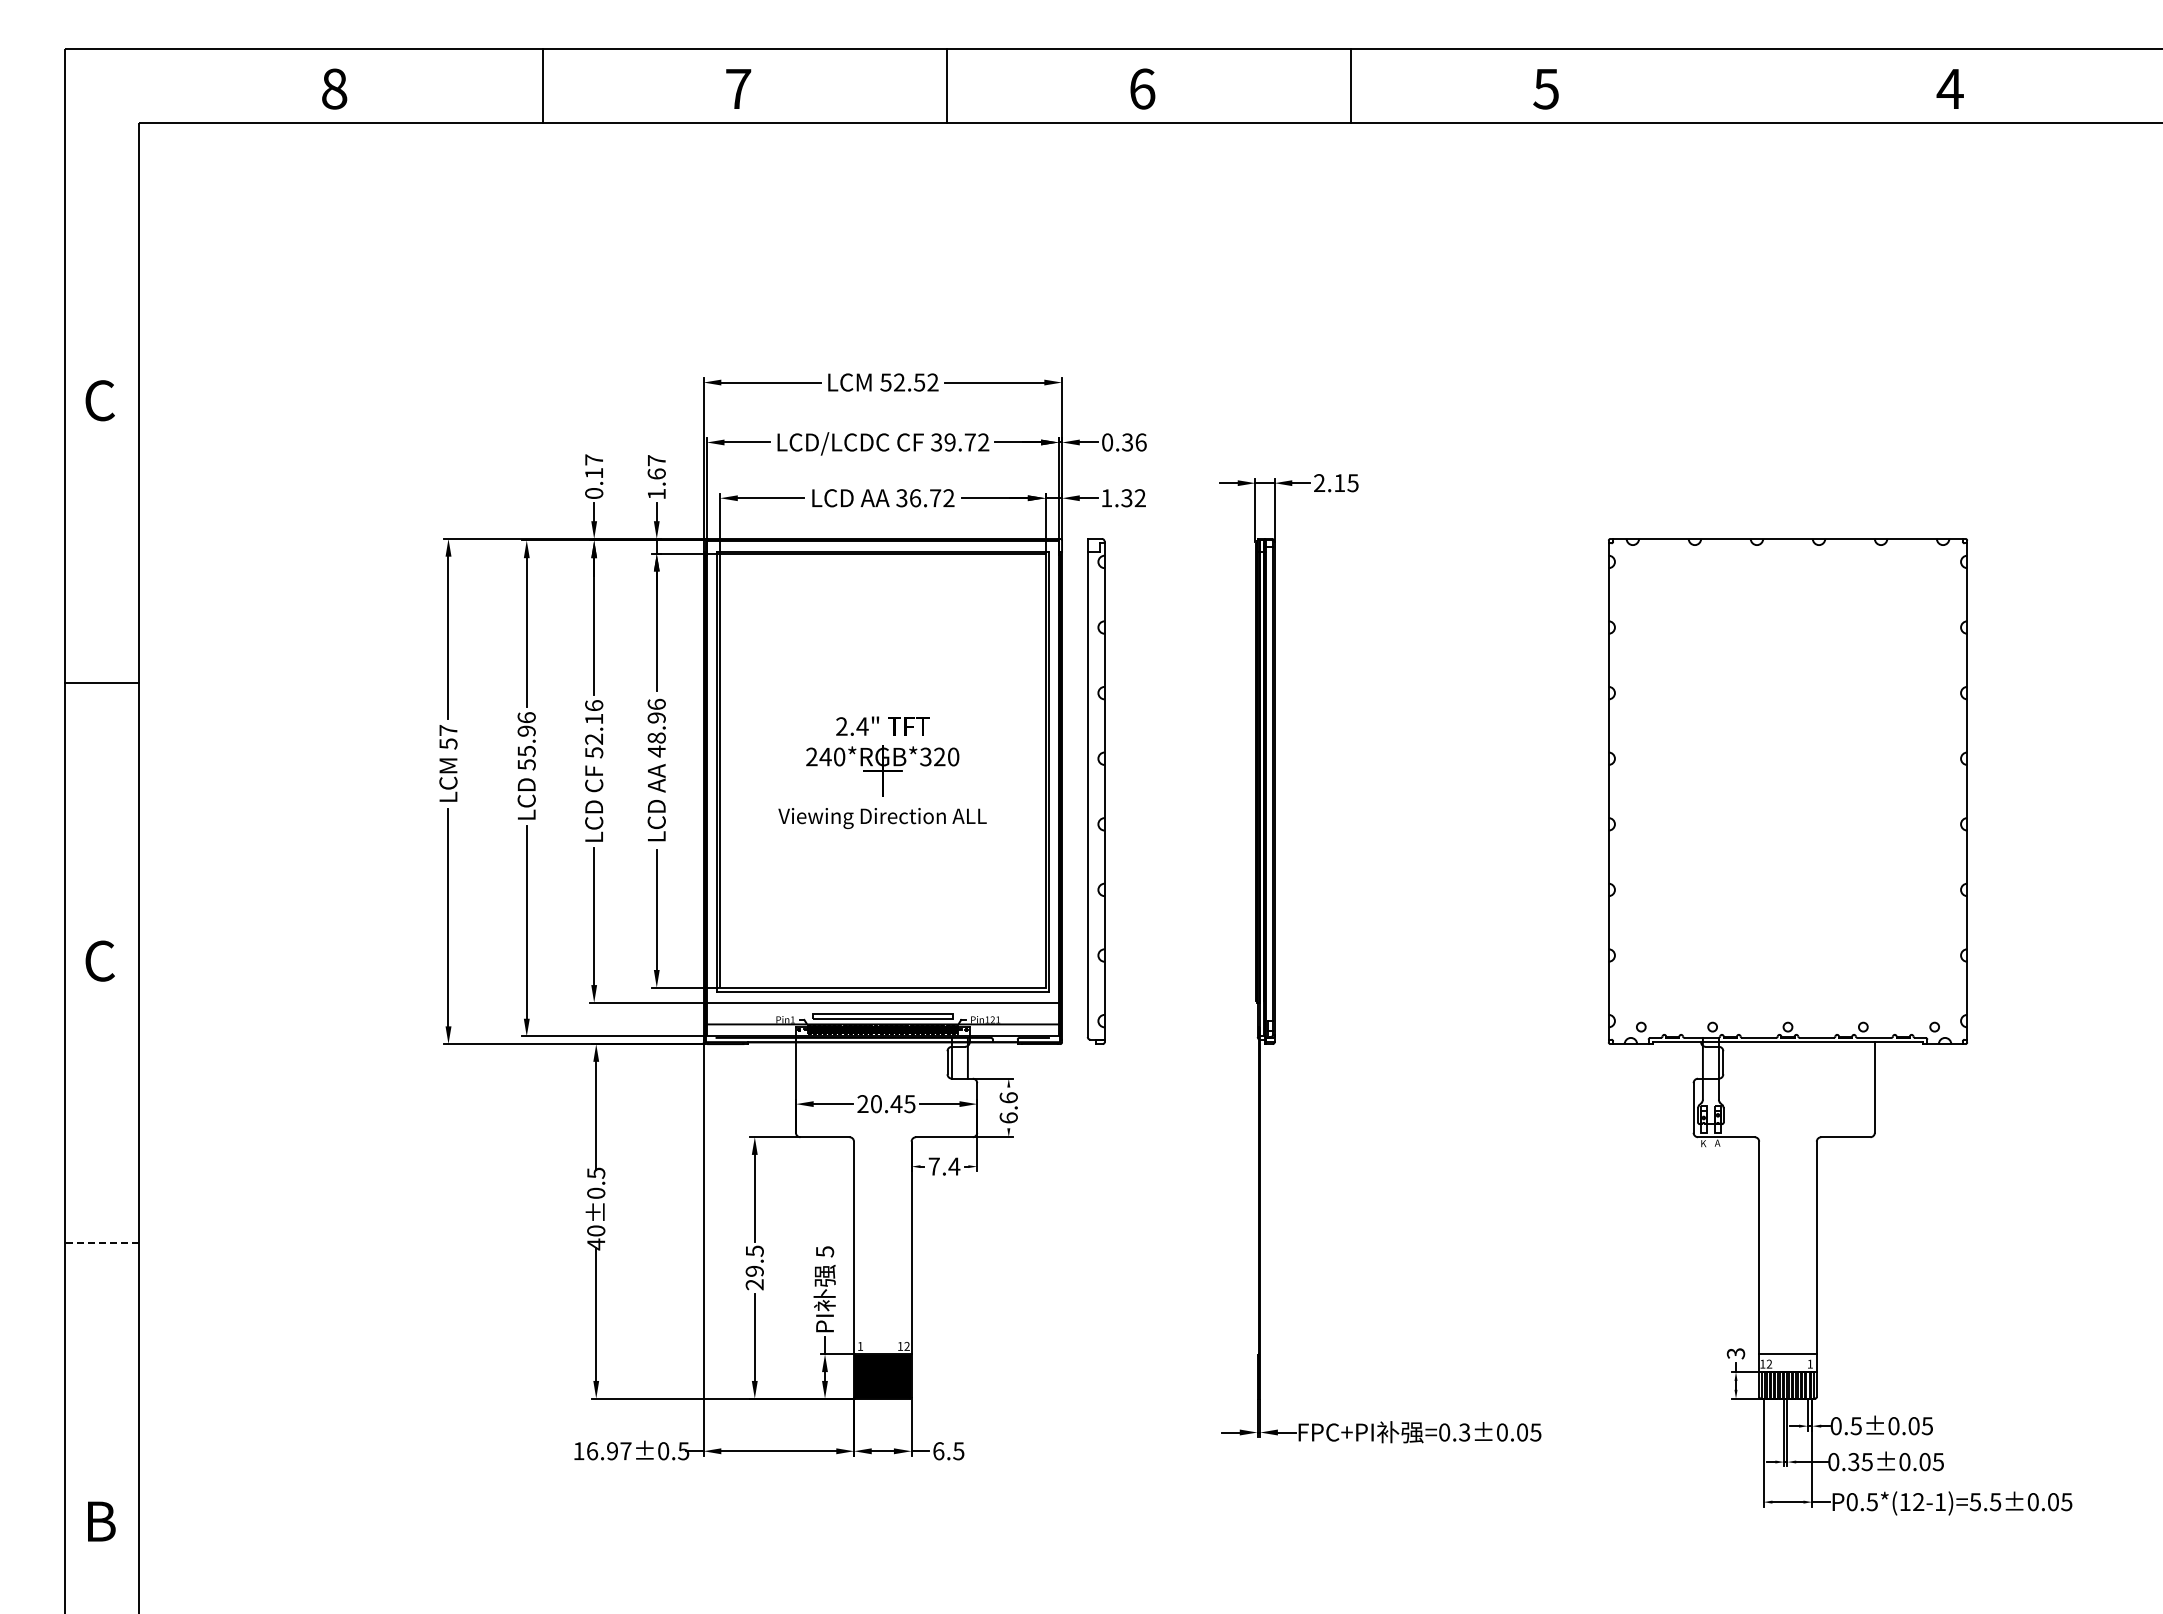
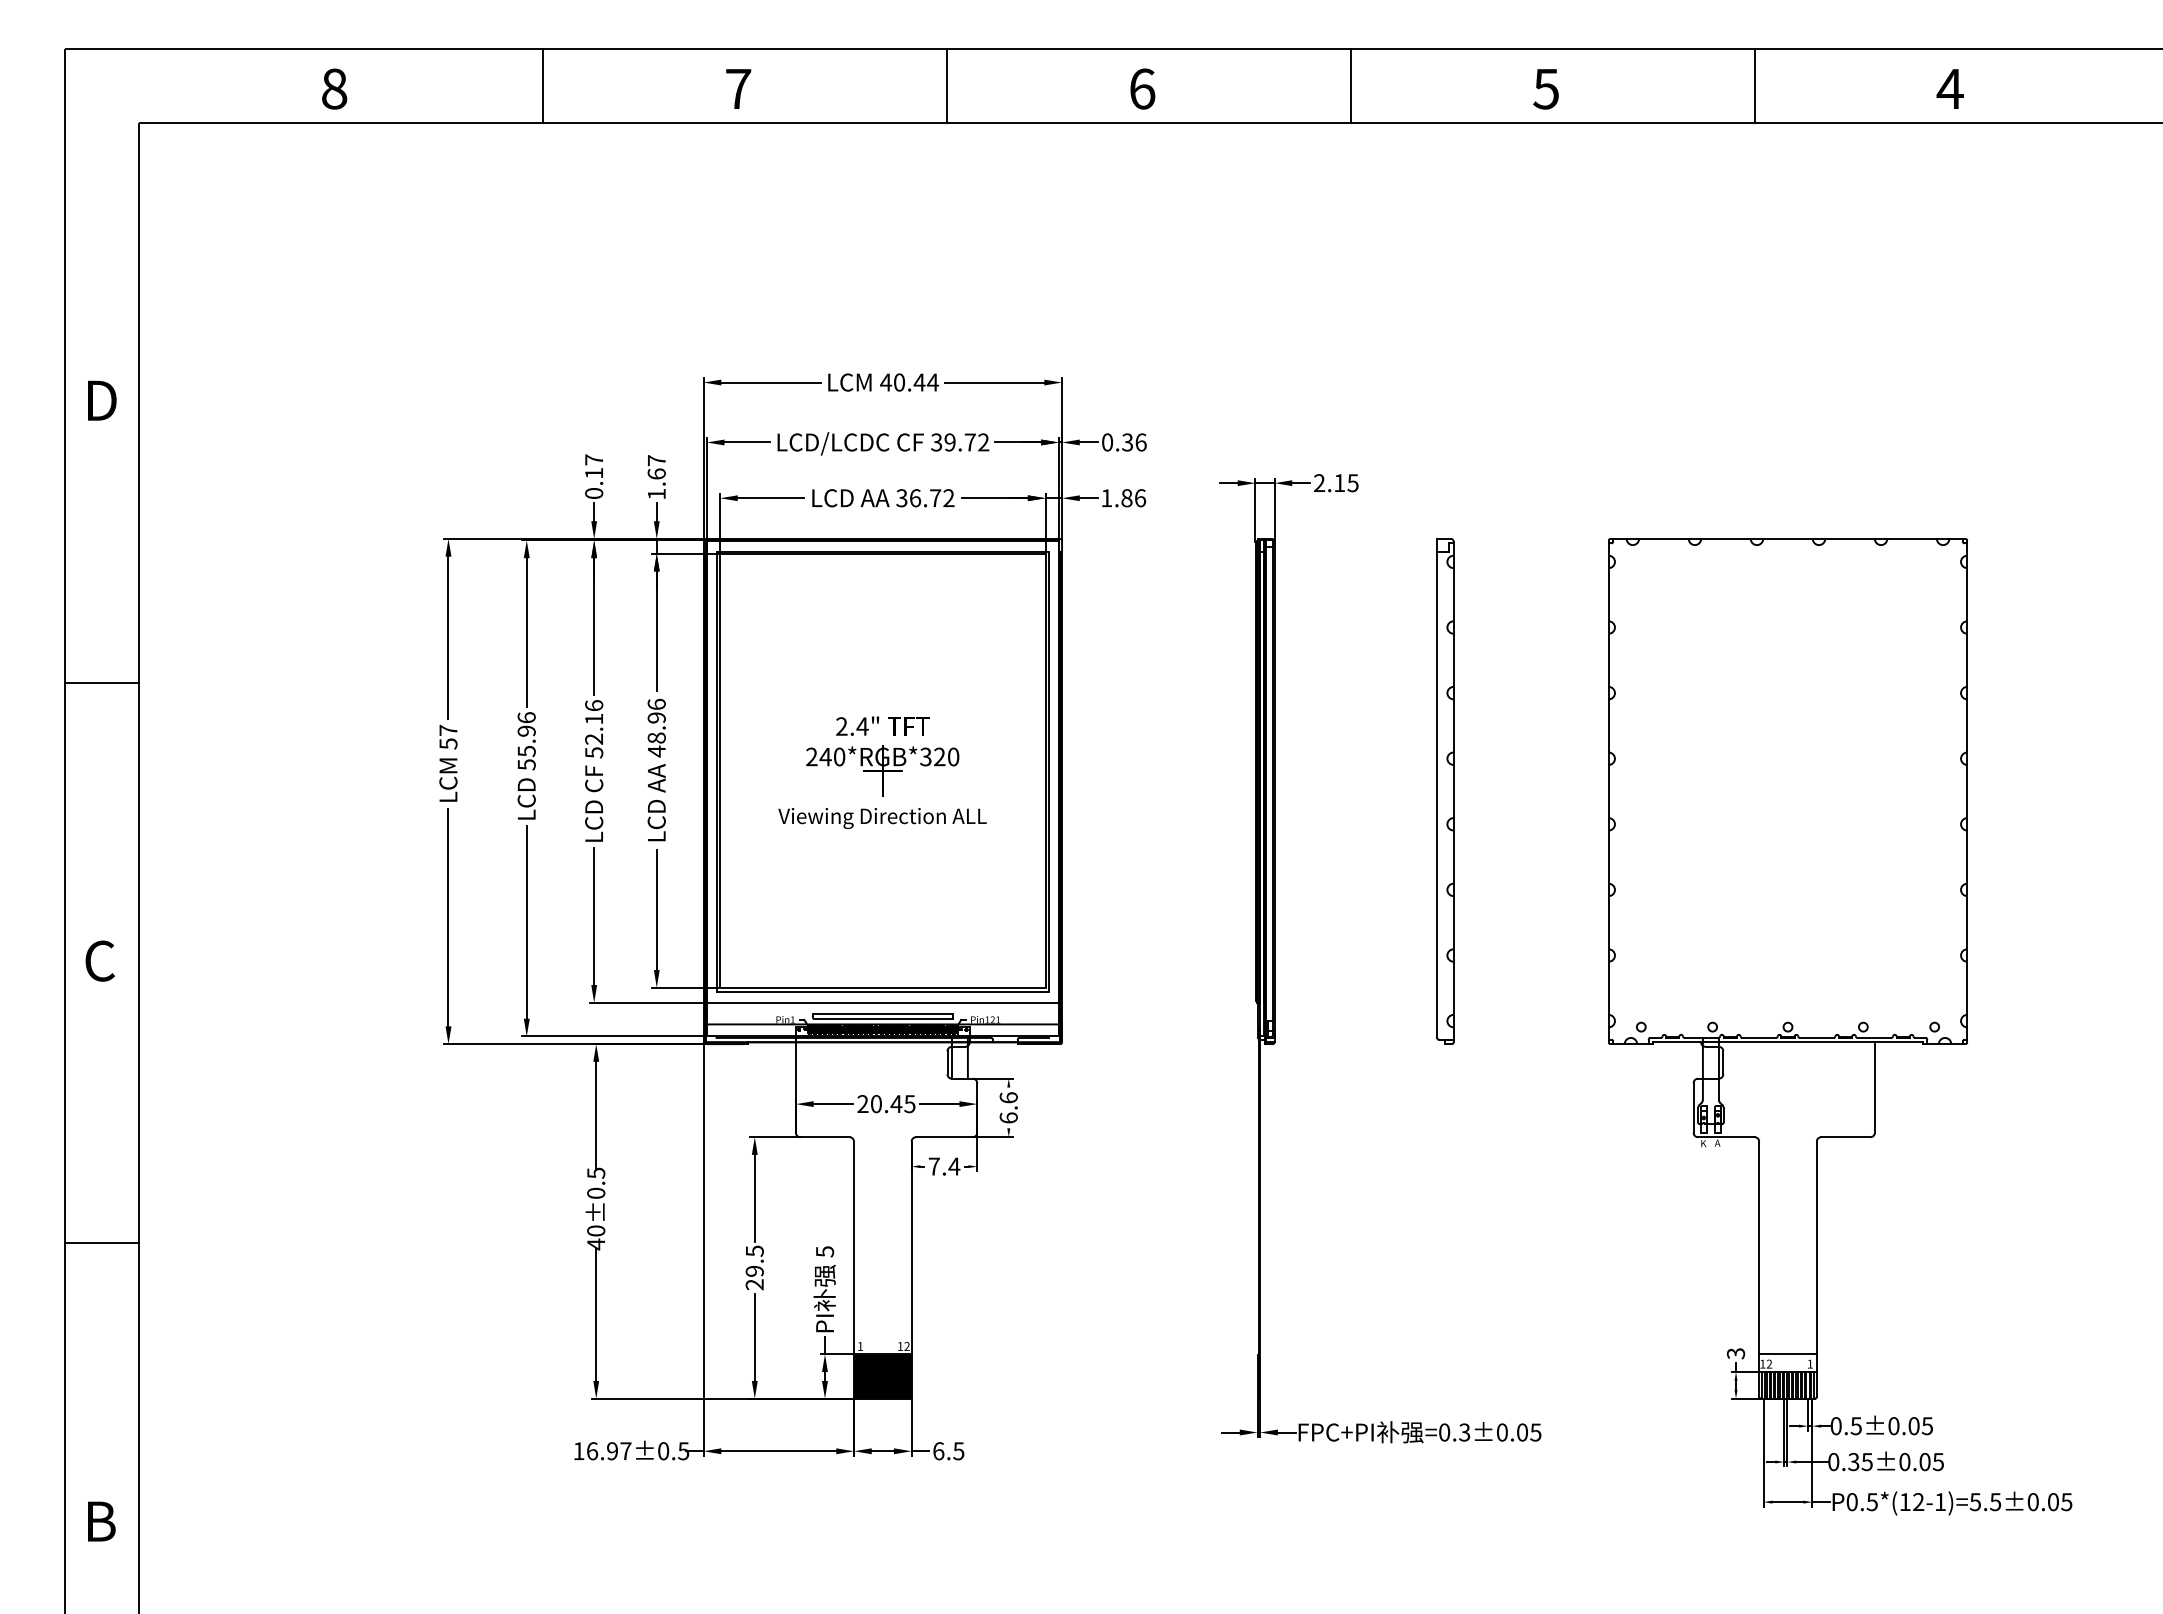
line at (1754, 85): none -> present
text at (909, 382): 52.52 -> 40.44
text at (100, 400): C -> D
text at (1133, 498): 1.32 -> 1.86
part at (1095, 791) position: (1095, 791) -> (1444, 791)
line at (101, 1243): dashed -> solid
